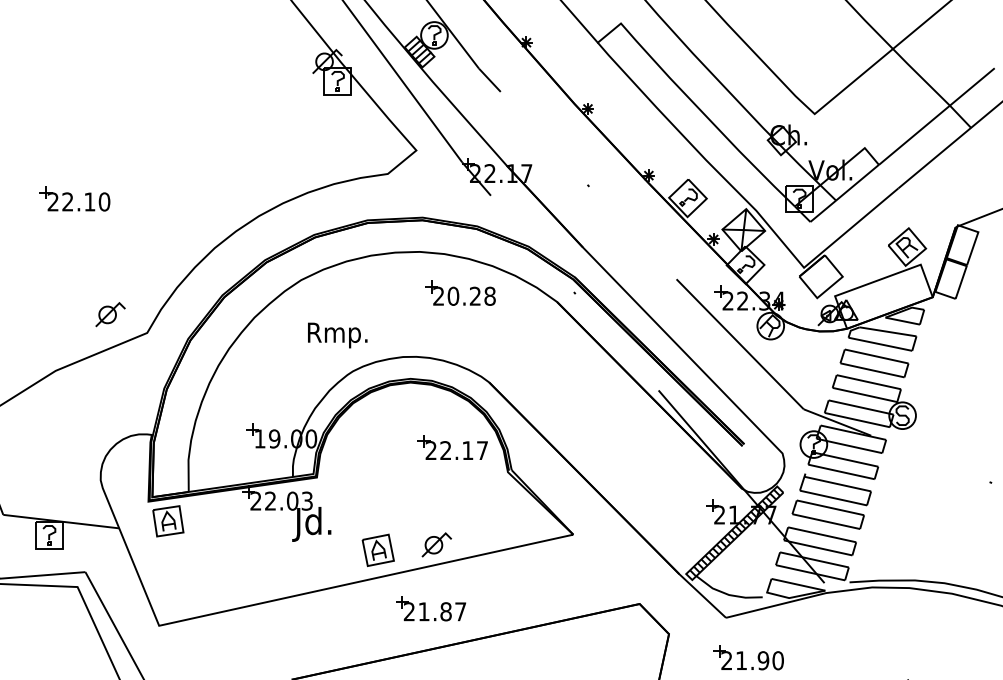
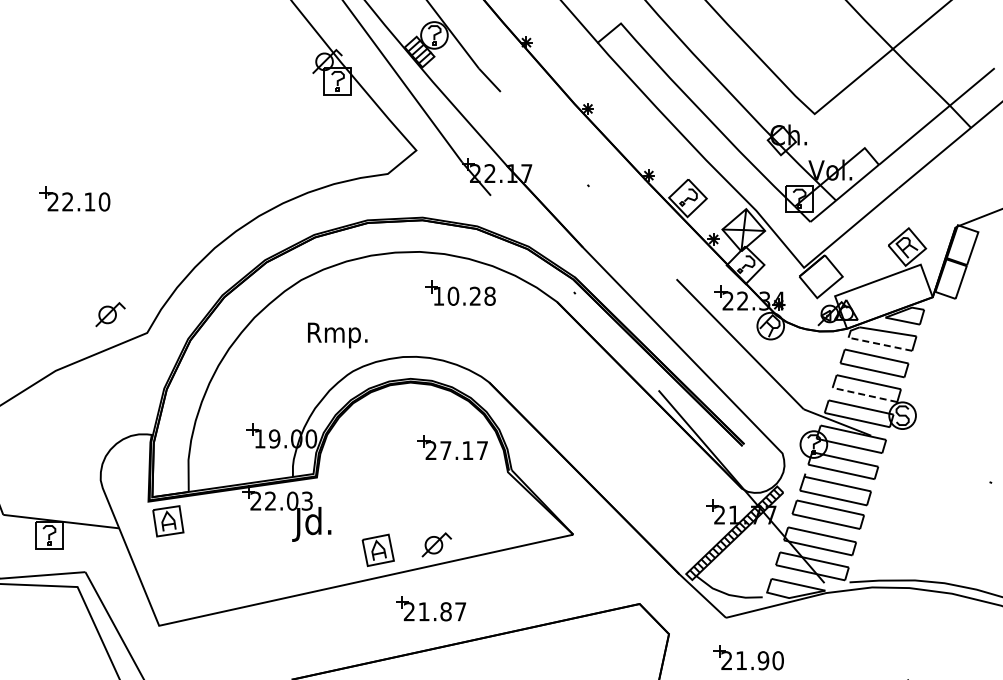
text at (438, 295): 20.28 -> 10.28
line at (880, 344): solid -> dashed
line at (864, 394): solid -> dashed
text at (445, 450): 22.17 -> 27.17
